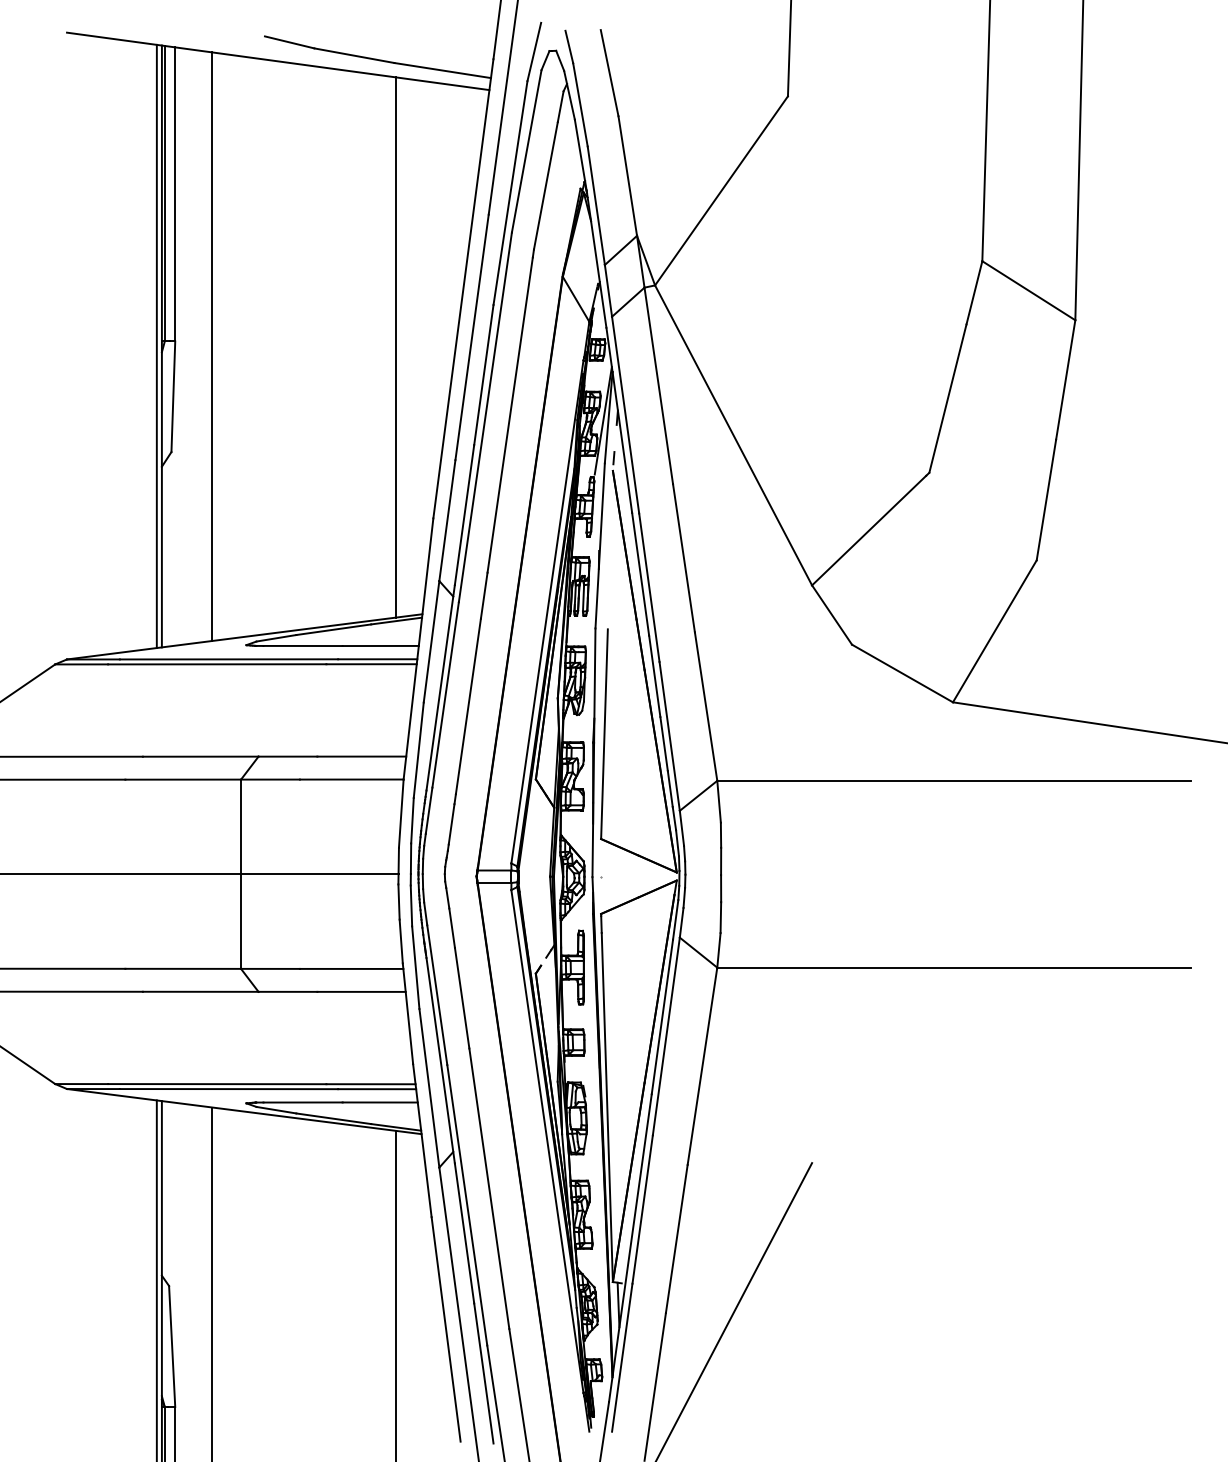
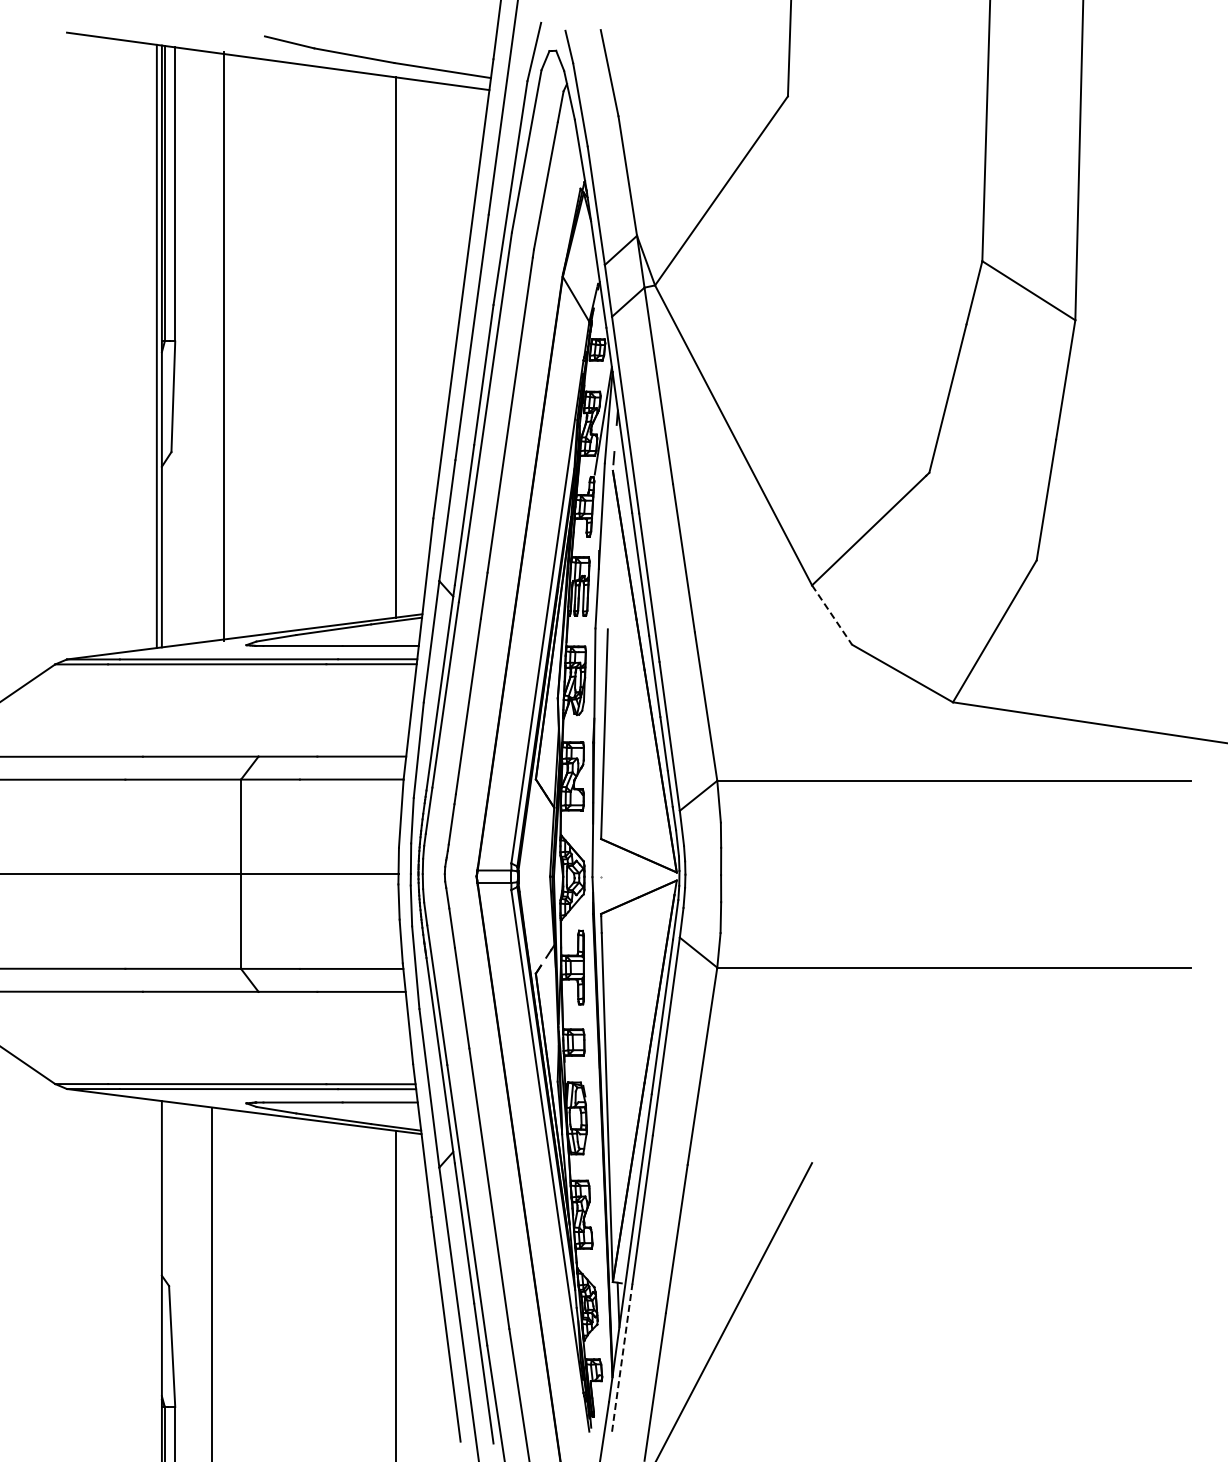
line at (212, 346) position: (212, 346) -> (224, 346)
line at (832, 615): solid -> dashed
line at (156, 1279): present -> none
line at (622, 1357): solid -> dashed
